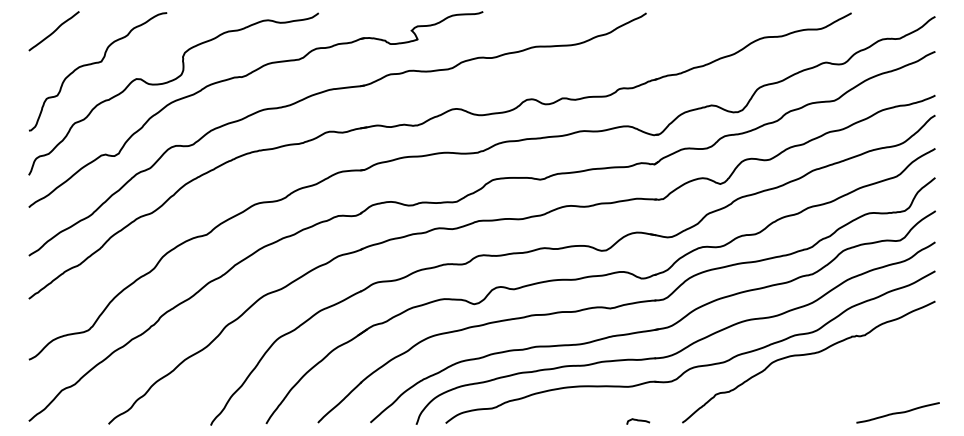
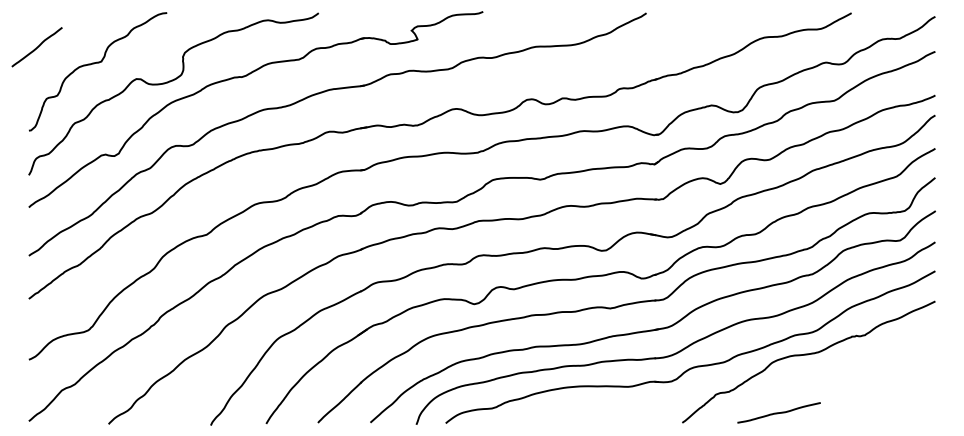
curve at (53, 31) position: (53, 31) -> (36, 47)
curve at (897, 412) position: (897, 412) -> (778, 412)
curve at (638, 421): present -> none
